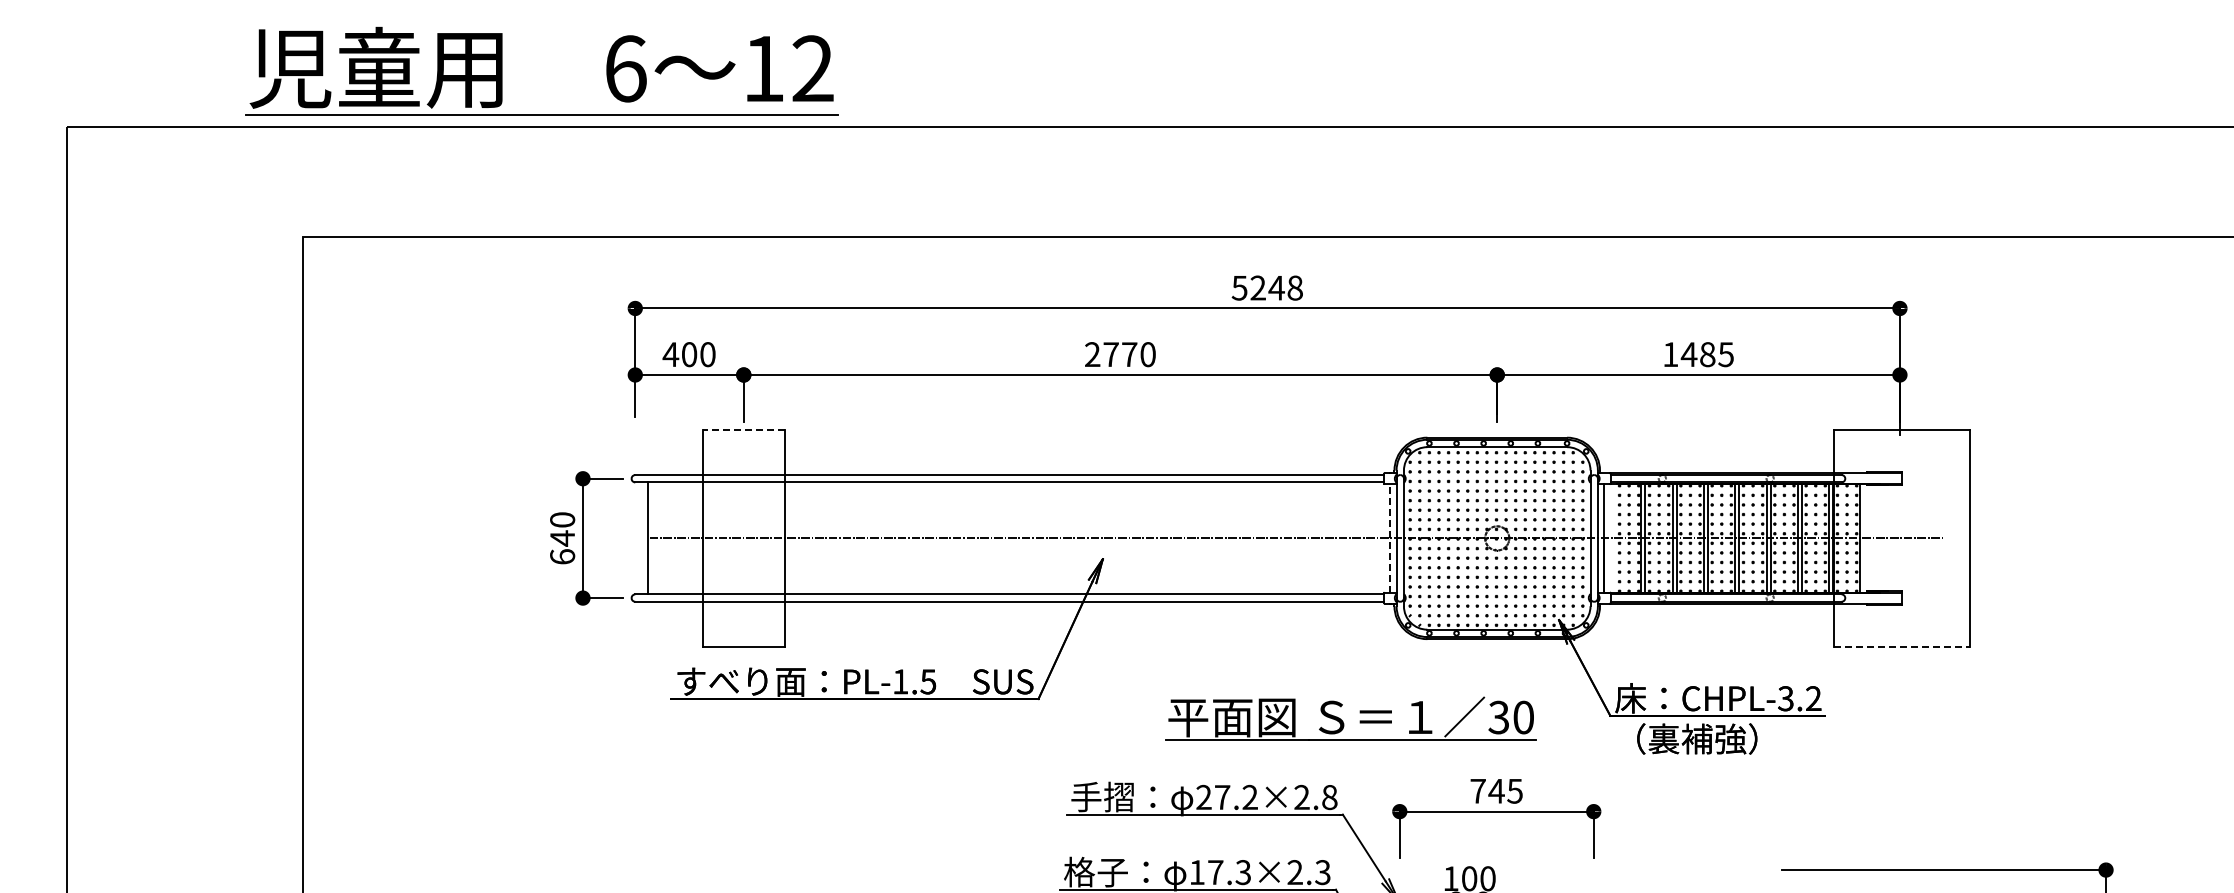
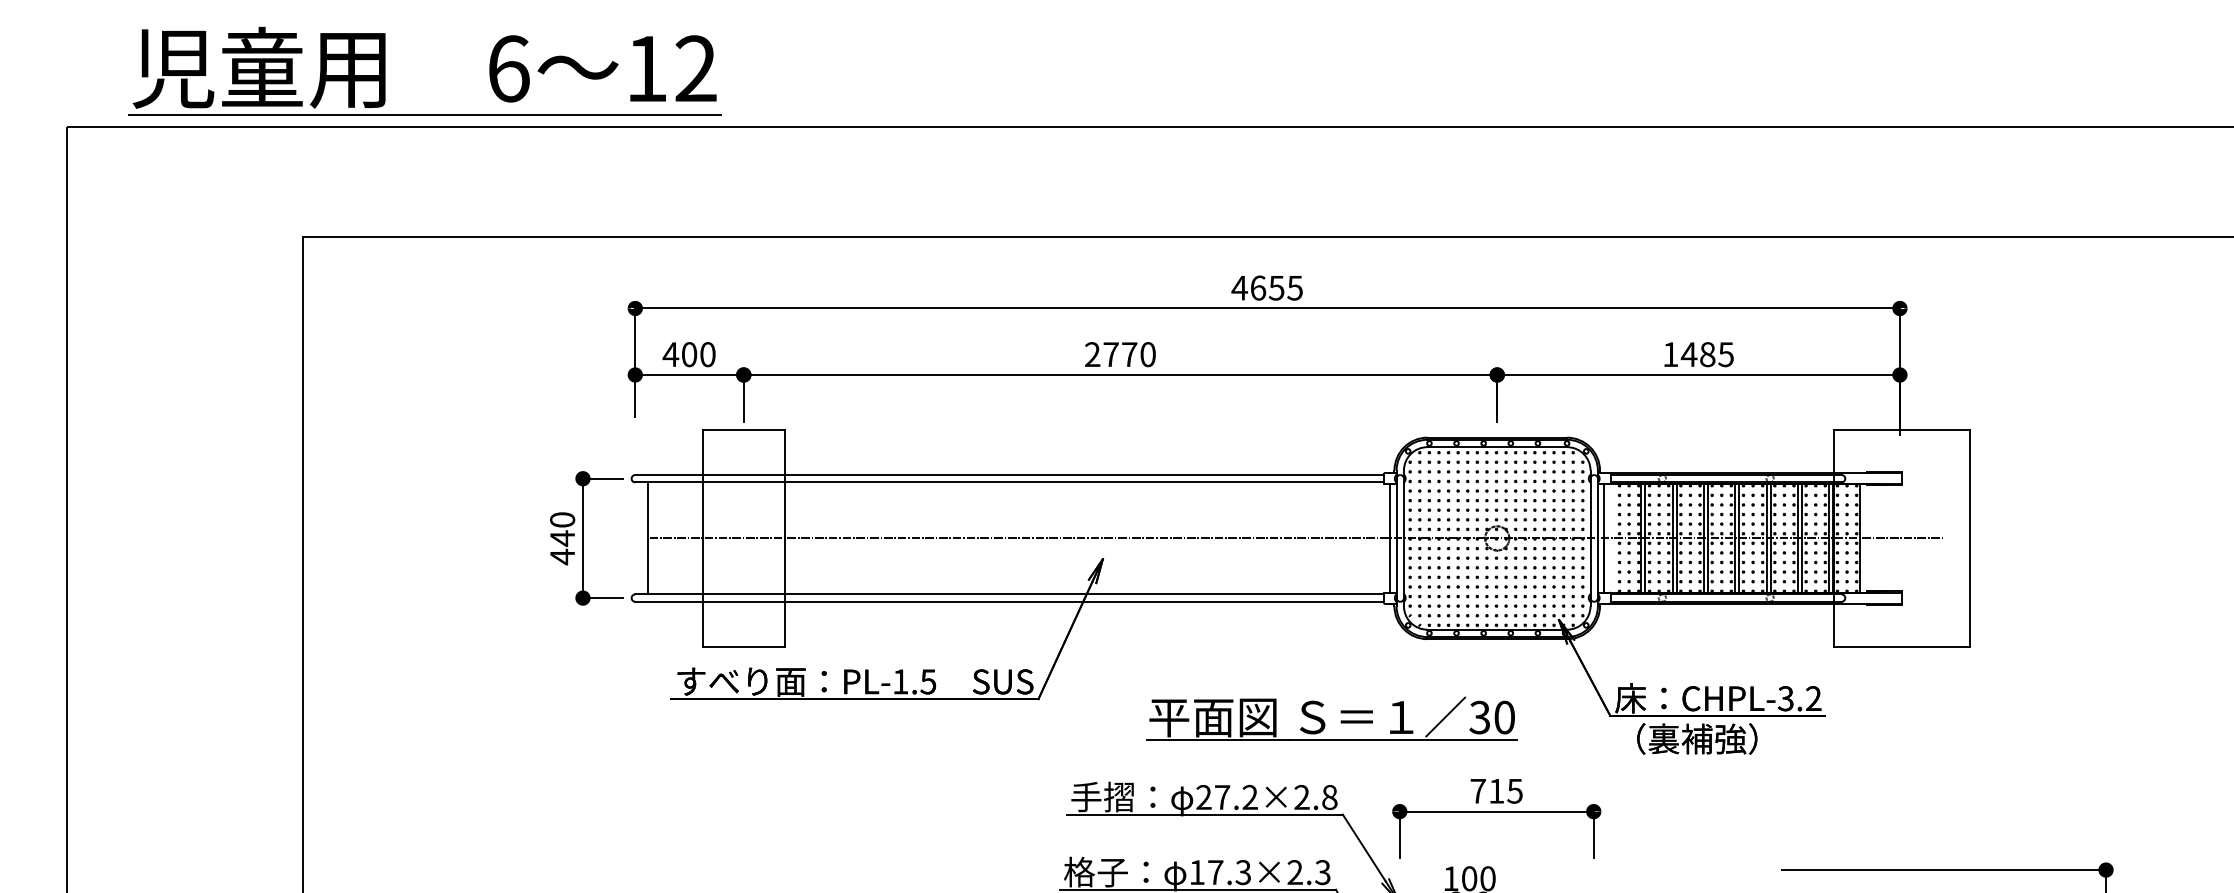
part at (502, 70) position: (502, 70) -> (385, 70)
text at (1266, 287): 5248 -> 4655
line at (743, 429): dashed -> solid
line at (1390, 537): dashed -> solid
text at (562, 556): 640 -> 440
line at (1901, 646): dashed -> solid
part at (1343, 721) position: (1343, 721) -> (1324, 721)
text at (1496, 791): 745 -> 715
